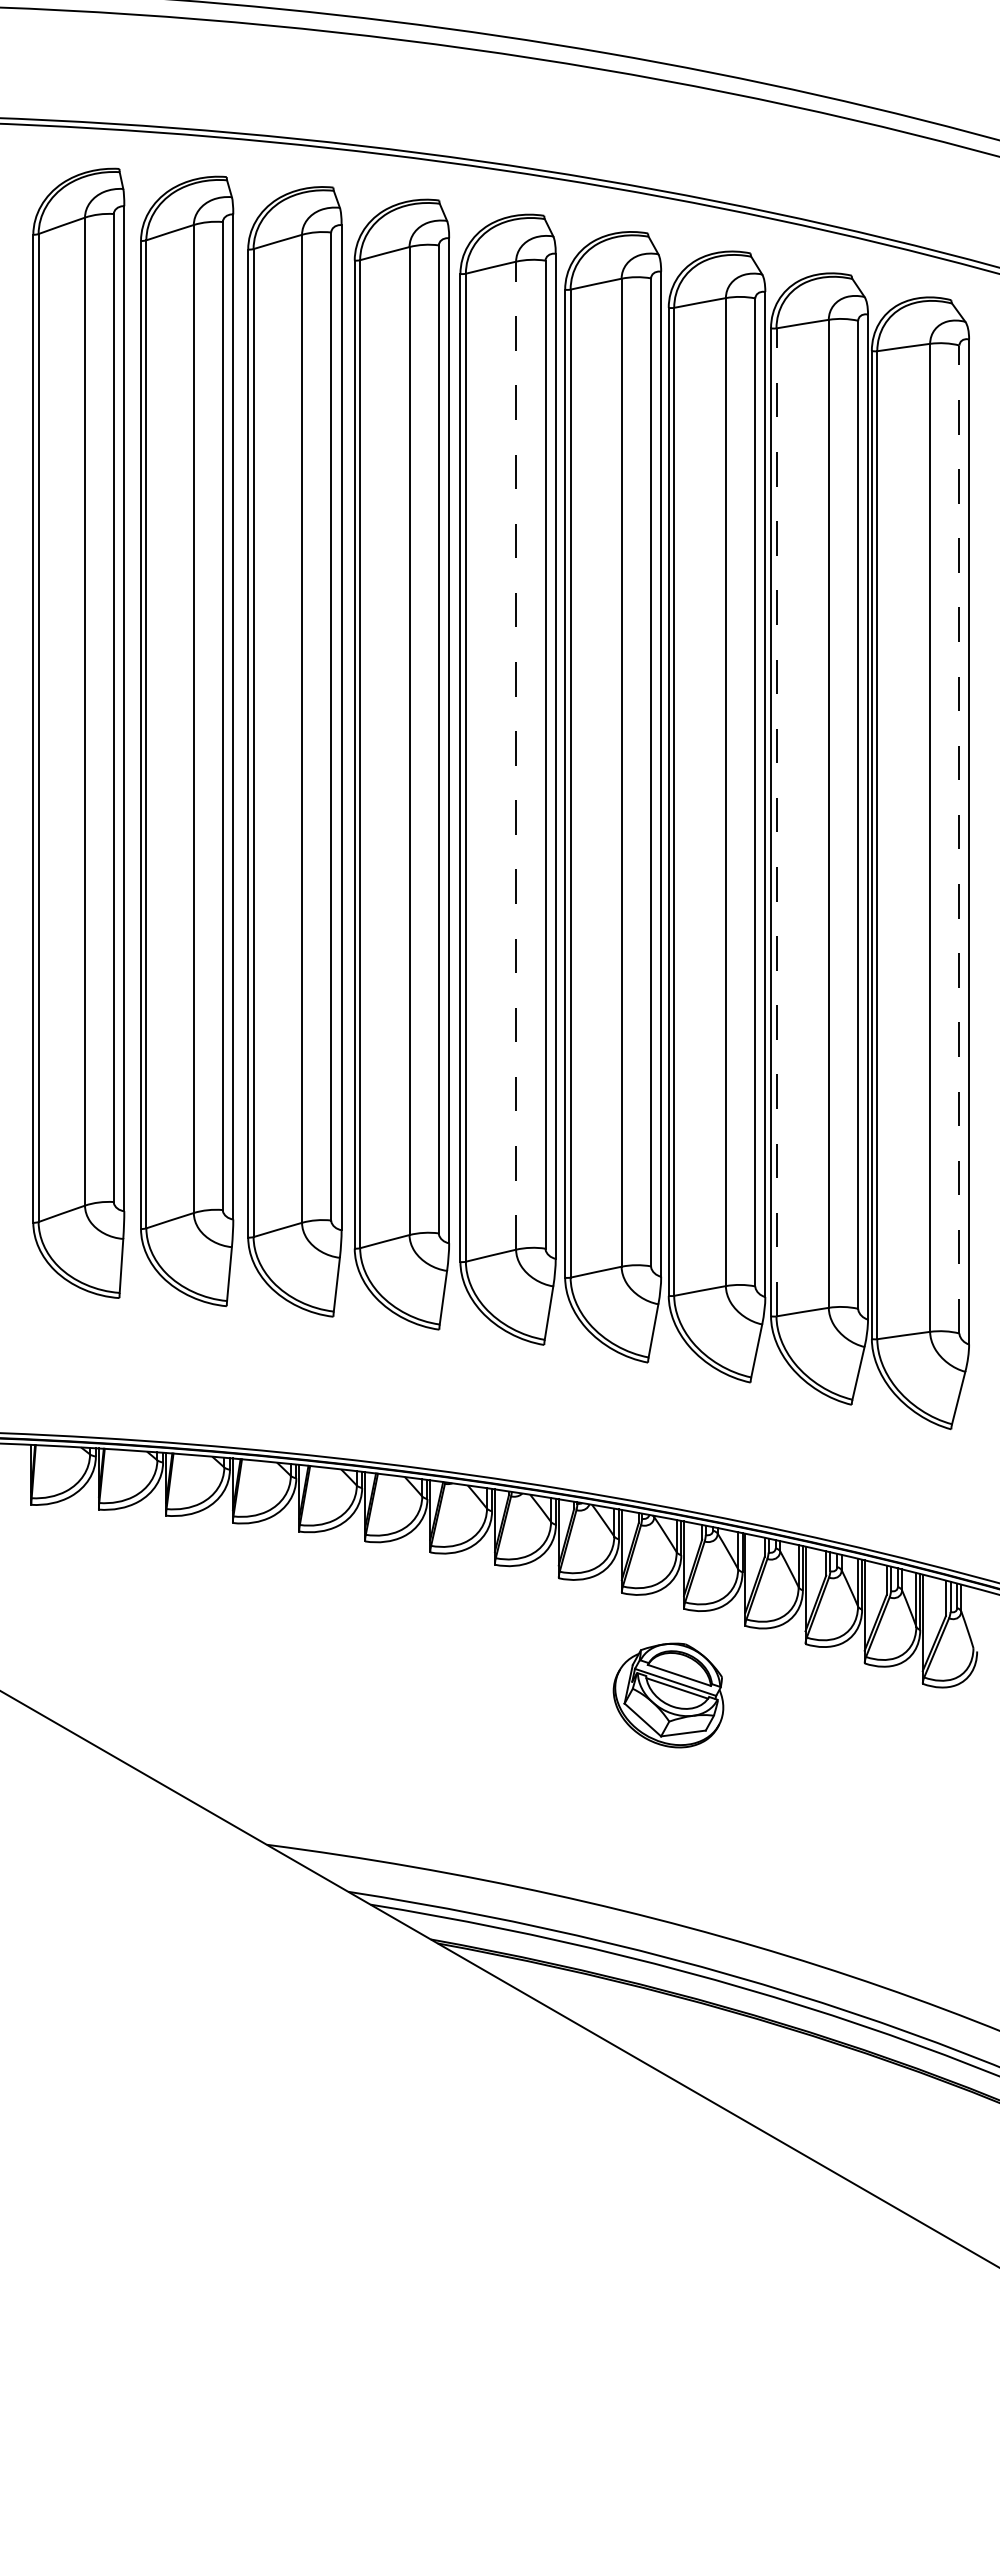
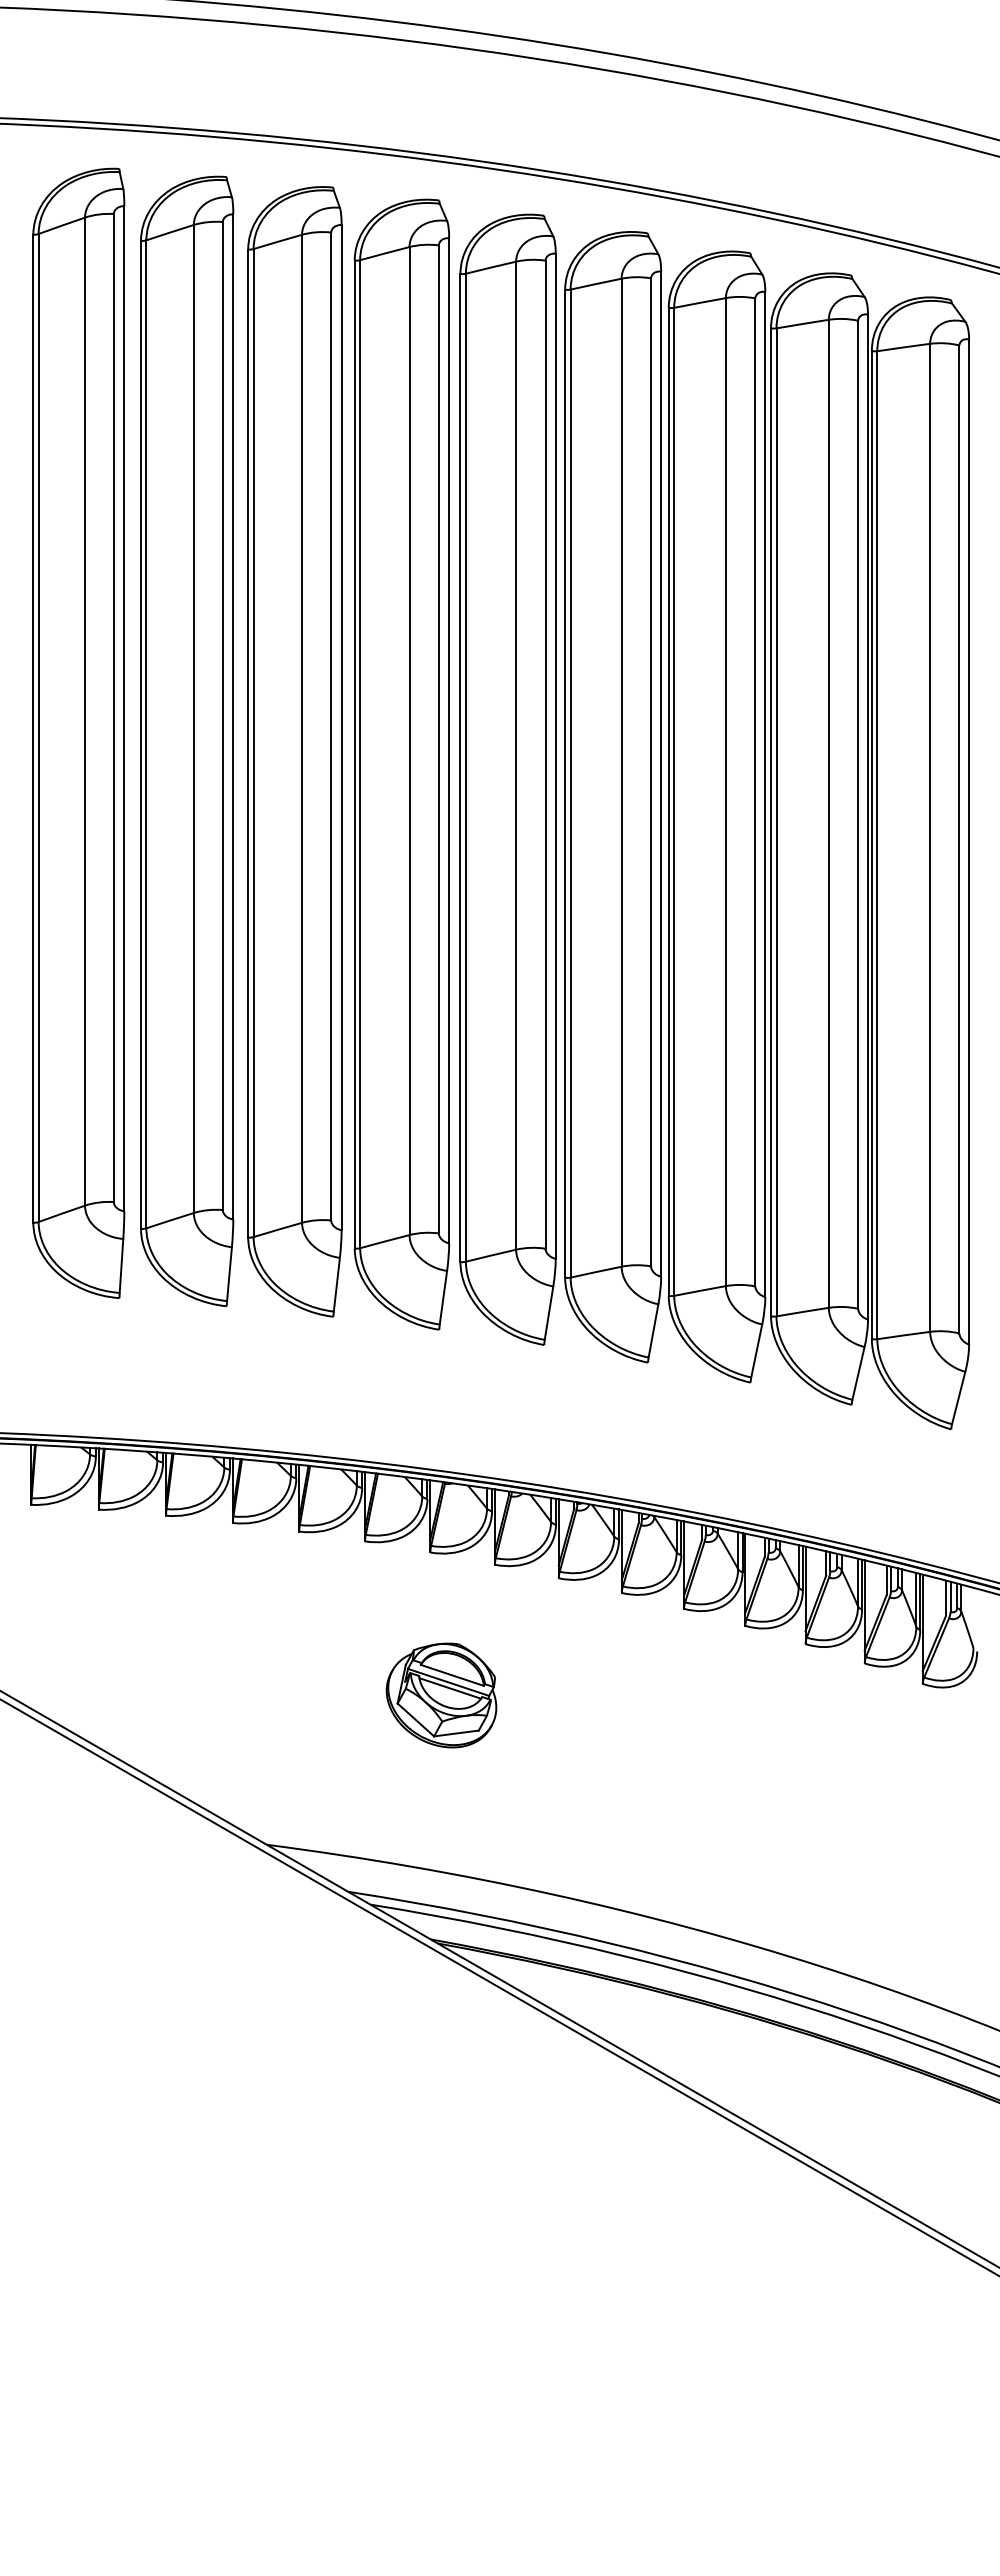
line at (516, 755): dashed -> solid
line at (776, 821): dashed -> solid
line at (959, 839): dashed -> solid
part at (668, 1695) position: (668, 1695) -> (441, 1695)
line at (499, 1987): none -> present
